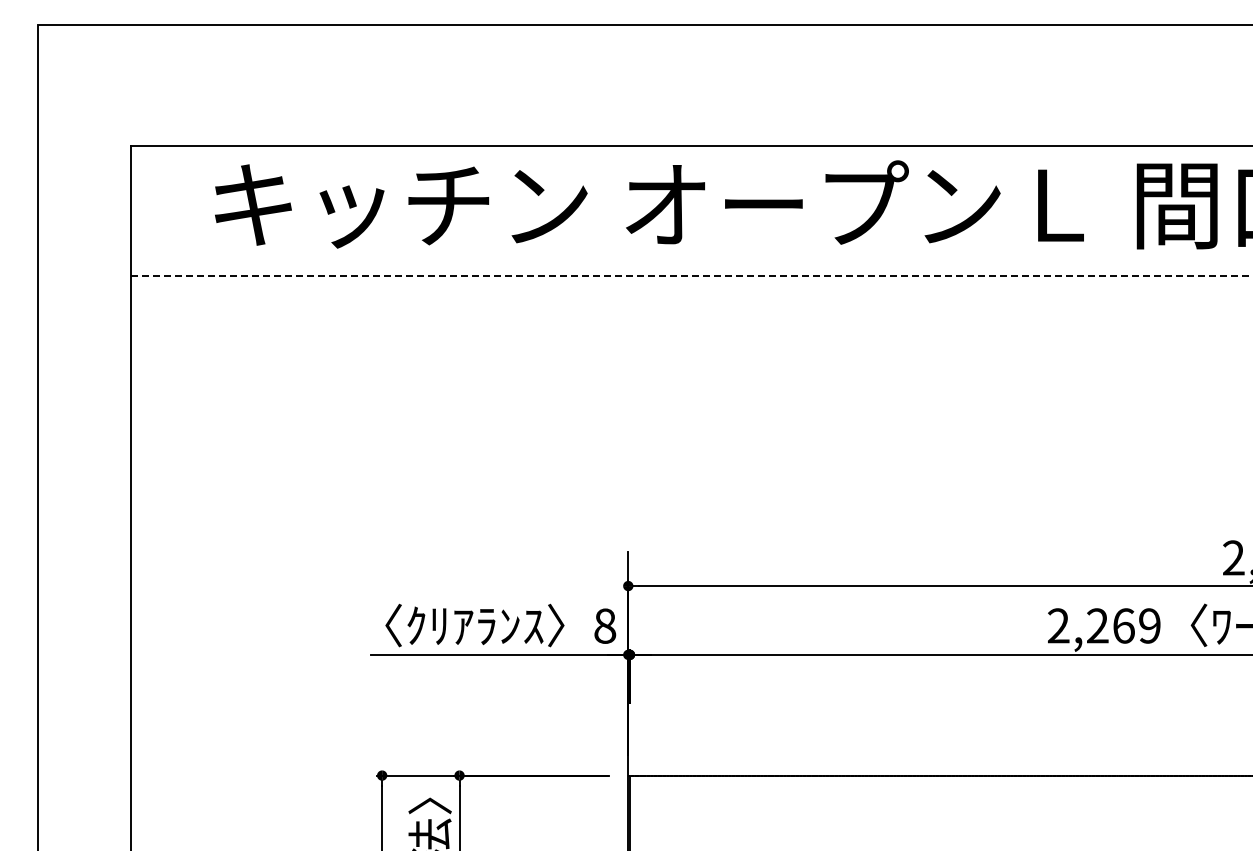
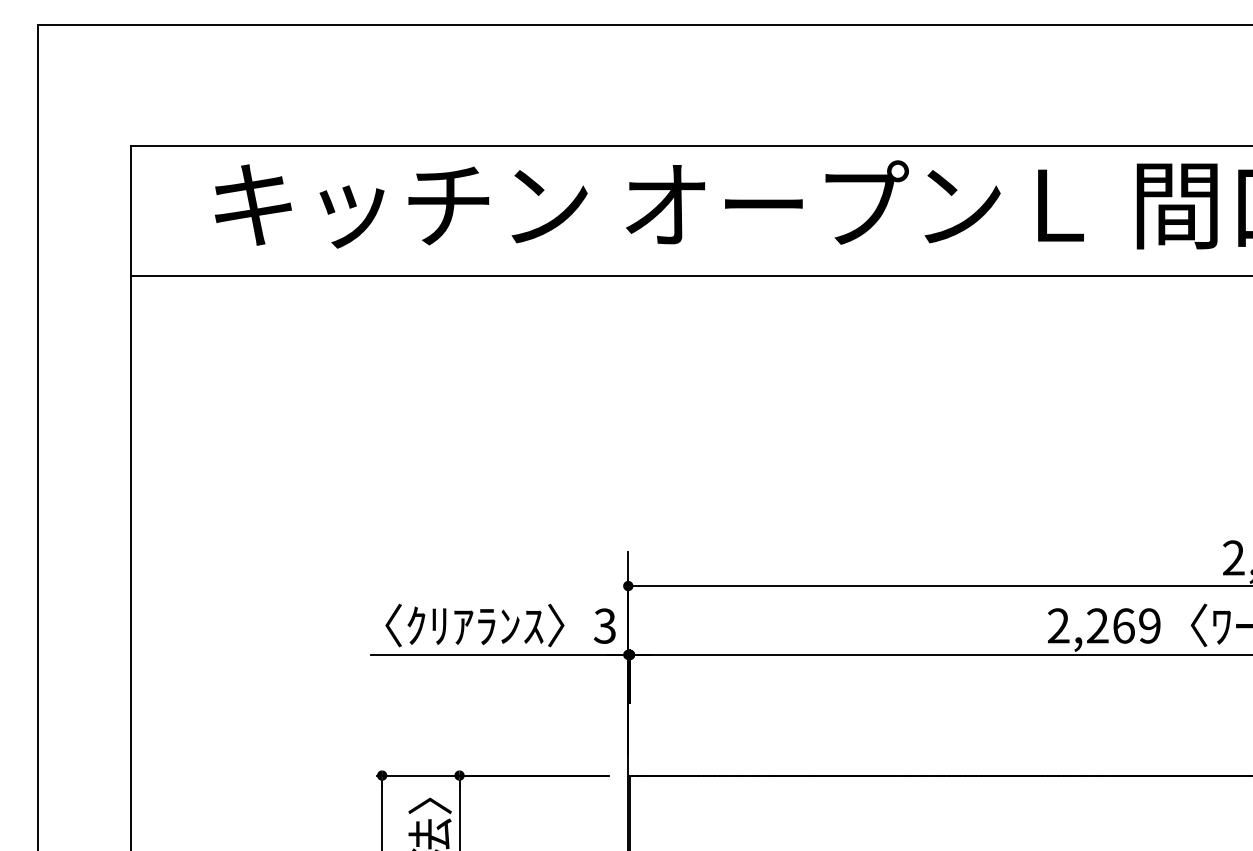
line at (691, 275): dashed -> solid
text at (604, 625): 8 -> 3
